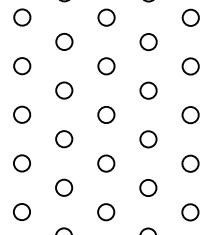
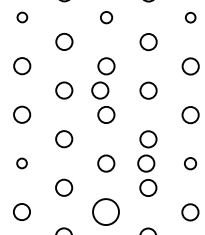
circle at (22, 17) size: 19x19 px -> 13x13 px
circle at (106, 17) size: 19x19 px -> 14x14 px
circle at (190, 17) size: 19x19 px -> 12x12 px
circle at (100, 90): none -> present
circle at (21, 163) size: 18x19 px -> 12x13 px
circle at (146, 163): none -> present
circle at (190, 163) size: 19x19 px -> 14x14 px
circle at (106, 212) size: 19x19 px -> 28x28 px
